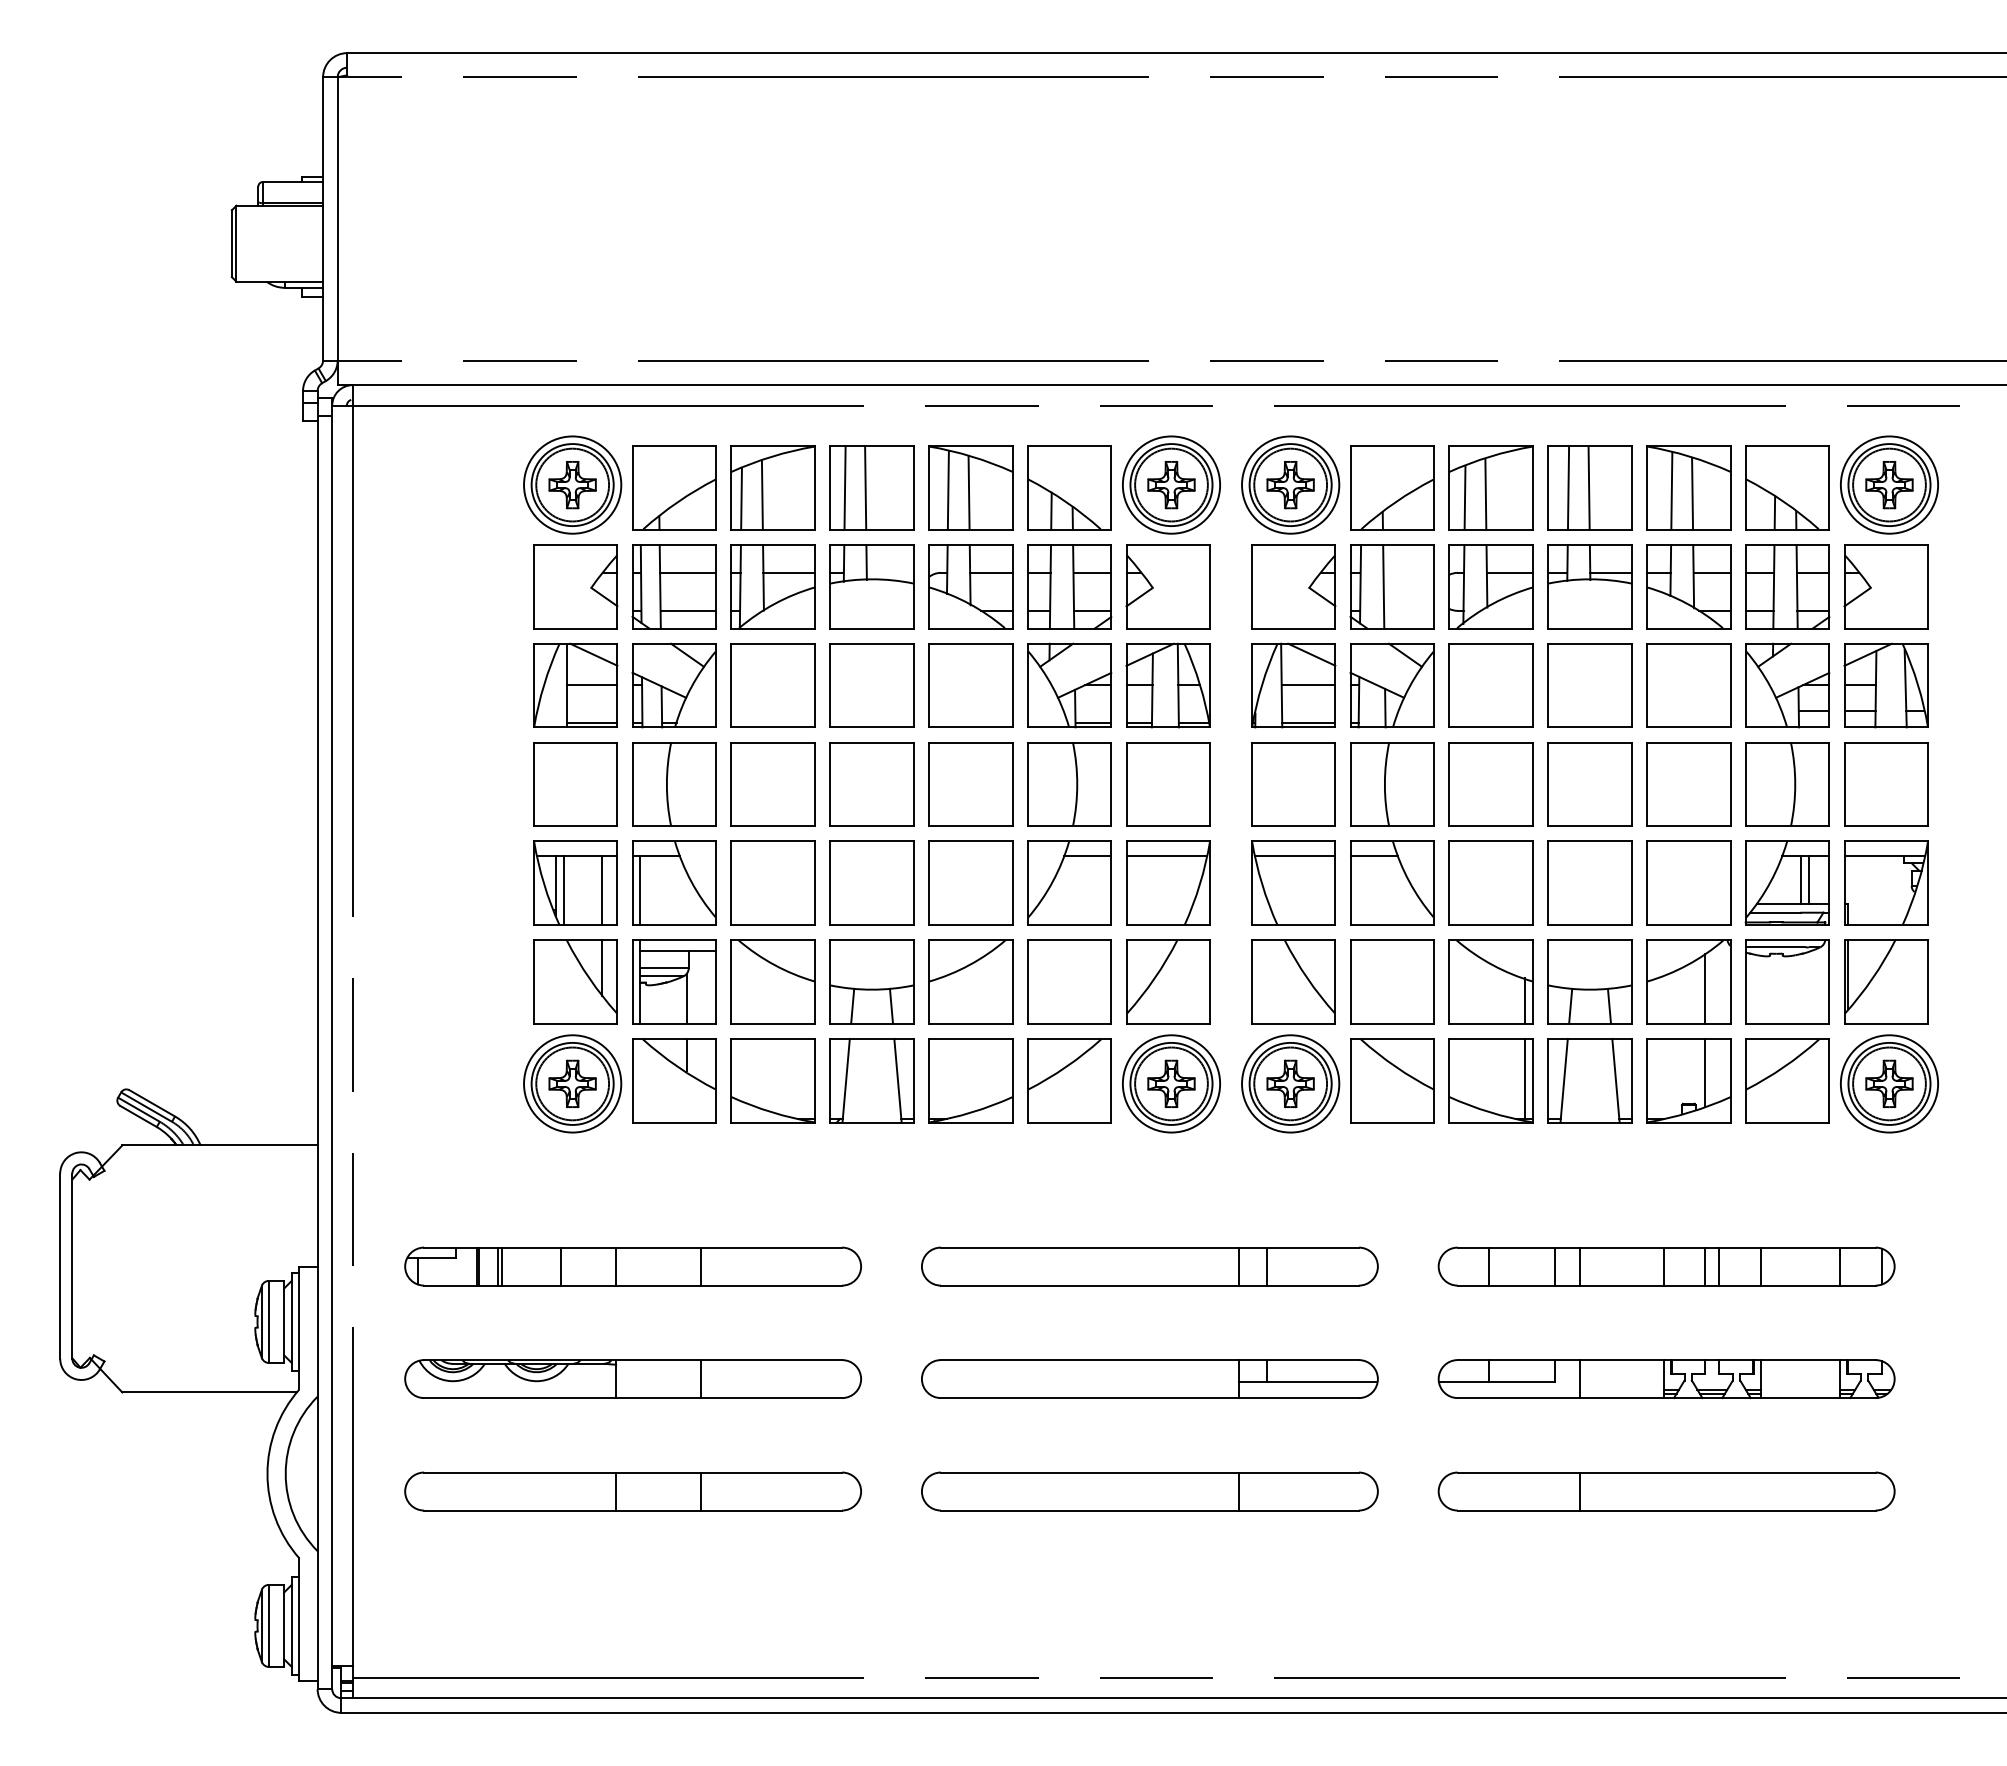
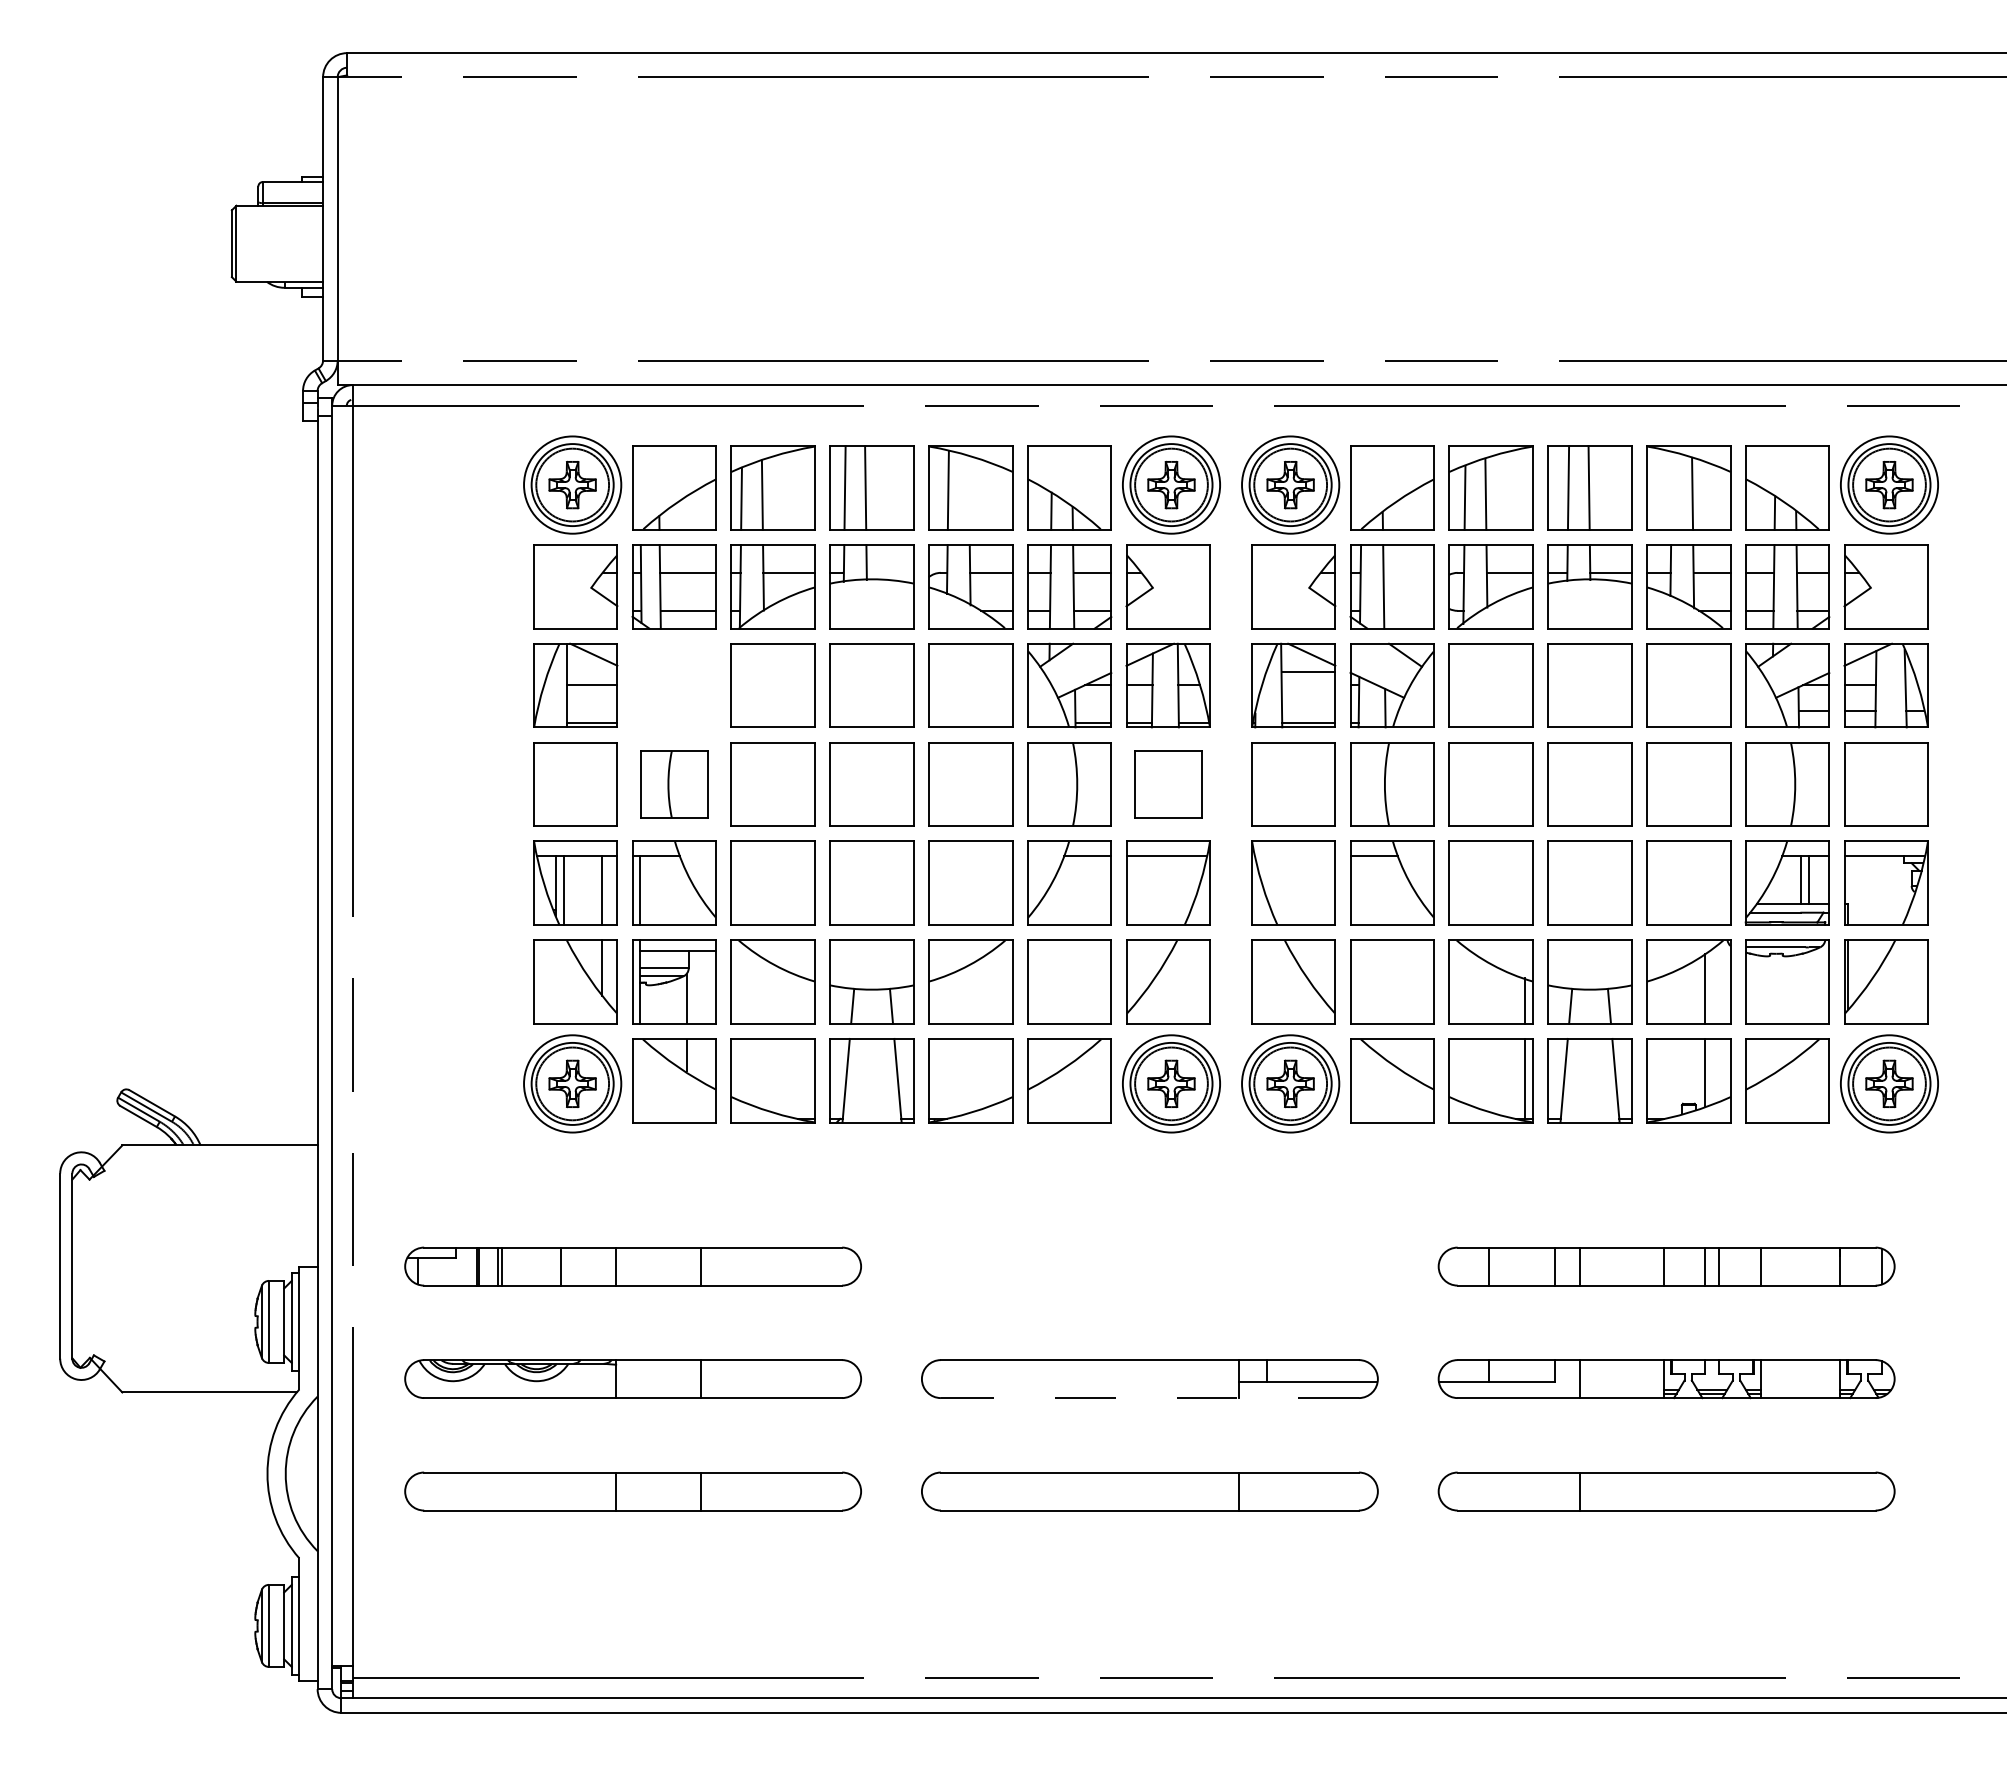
line at (1671, 490): present -> none
line at (968, 492): present -> none
part at (673, 685): present -> none
line at (1308, 685) position: (1308, 685) -> (1308, 672)
part at (674, 784) size: 85x85 px -> 69x69 px
part at (1168, 784) size: 85x85 px -> 69x69 px
line at (1295, 855): present -> none
part at (1149, 1266): present -> none
line at (1149, 1398): solid -> dashed
